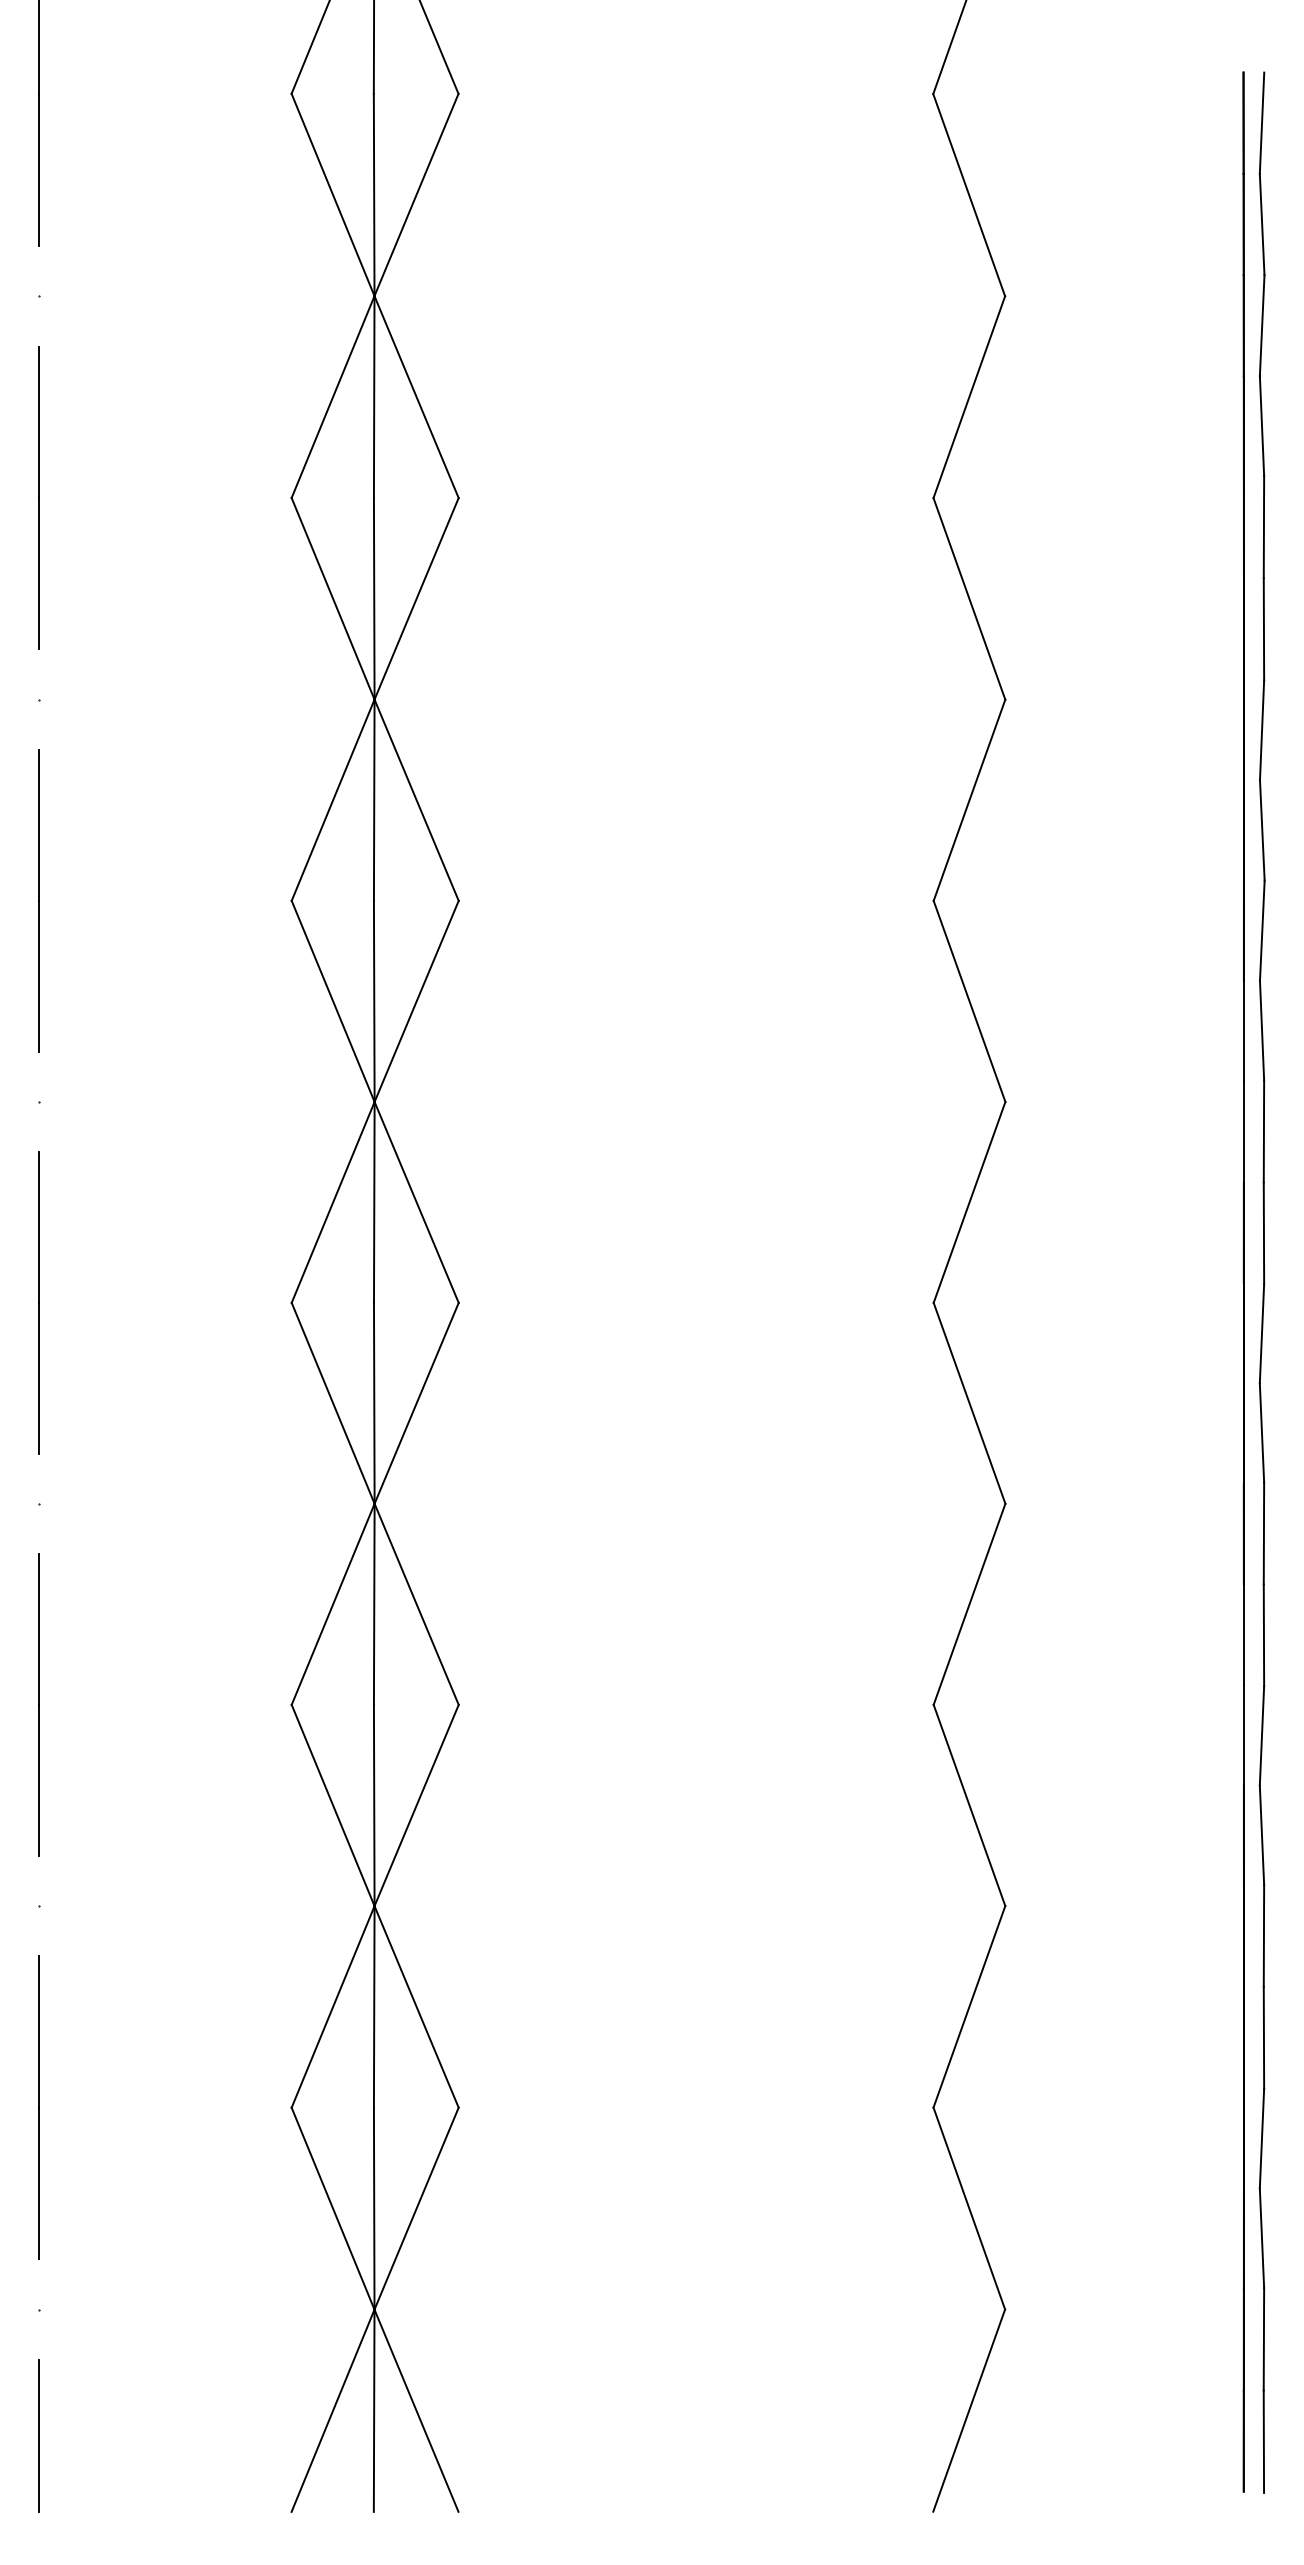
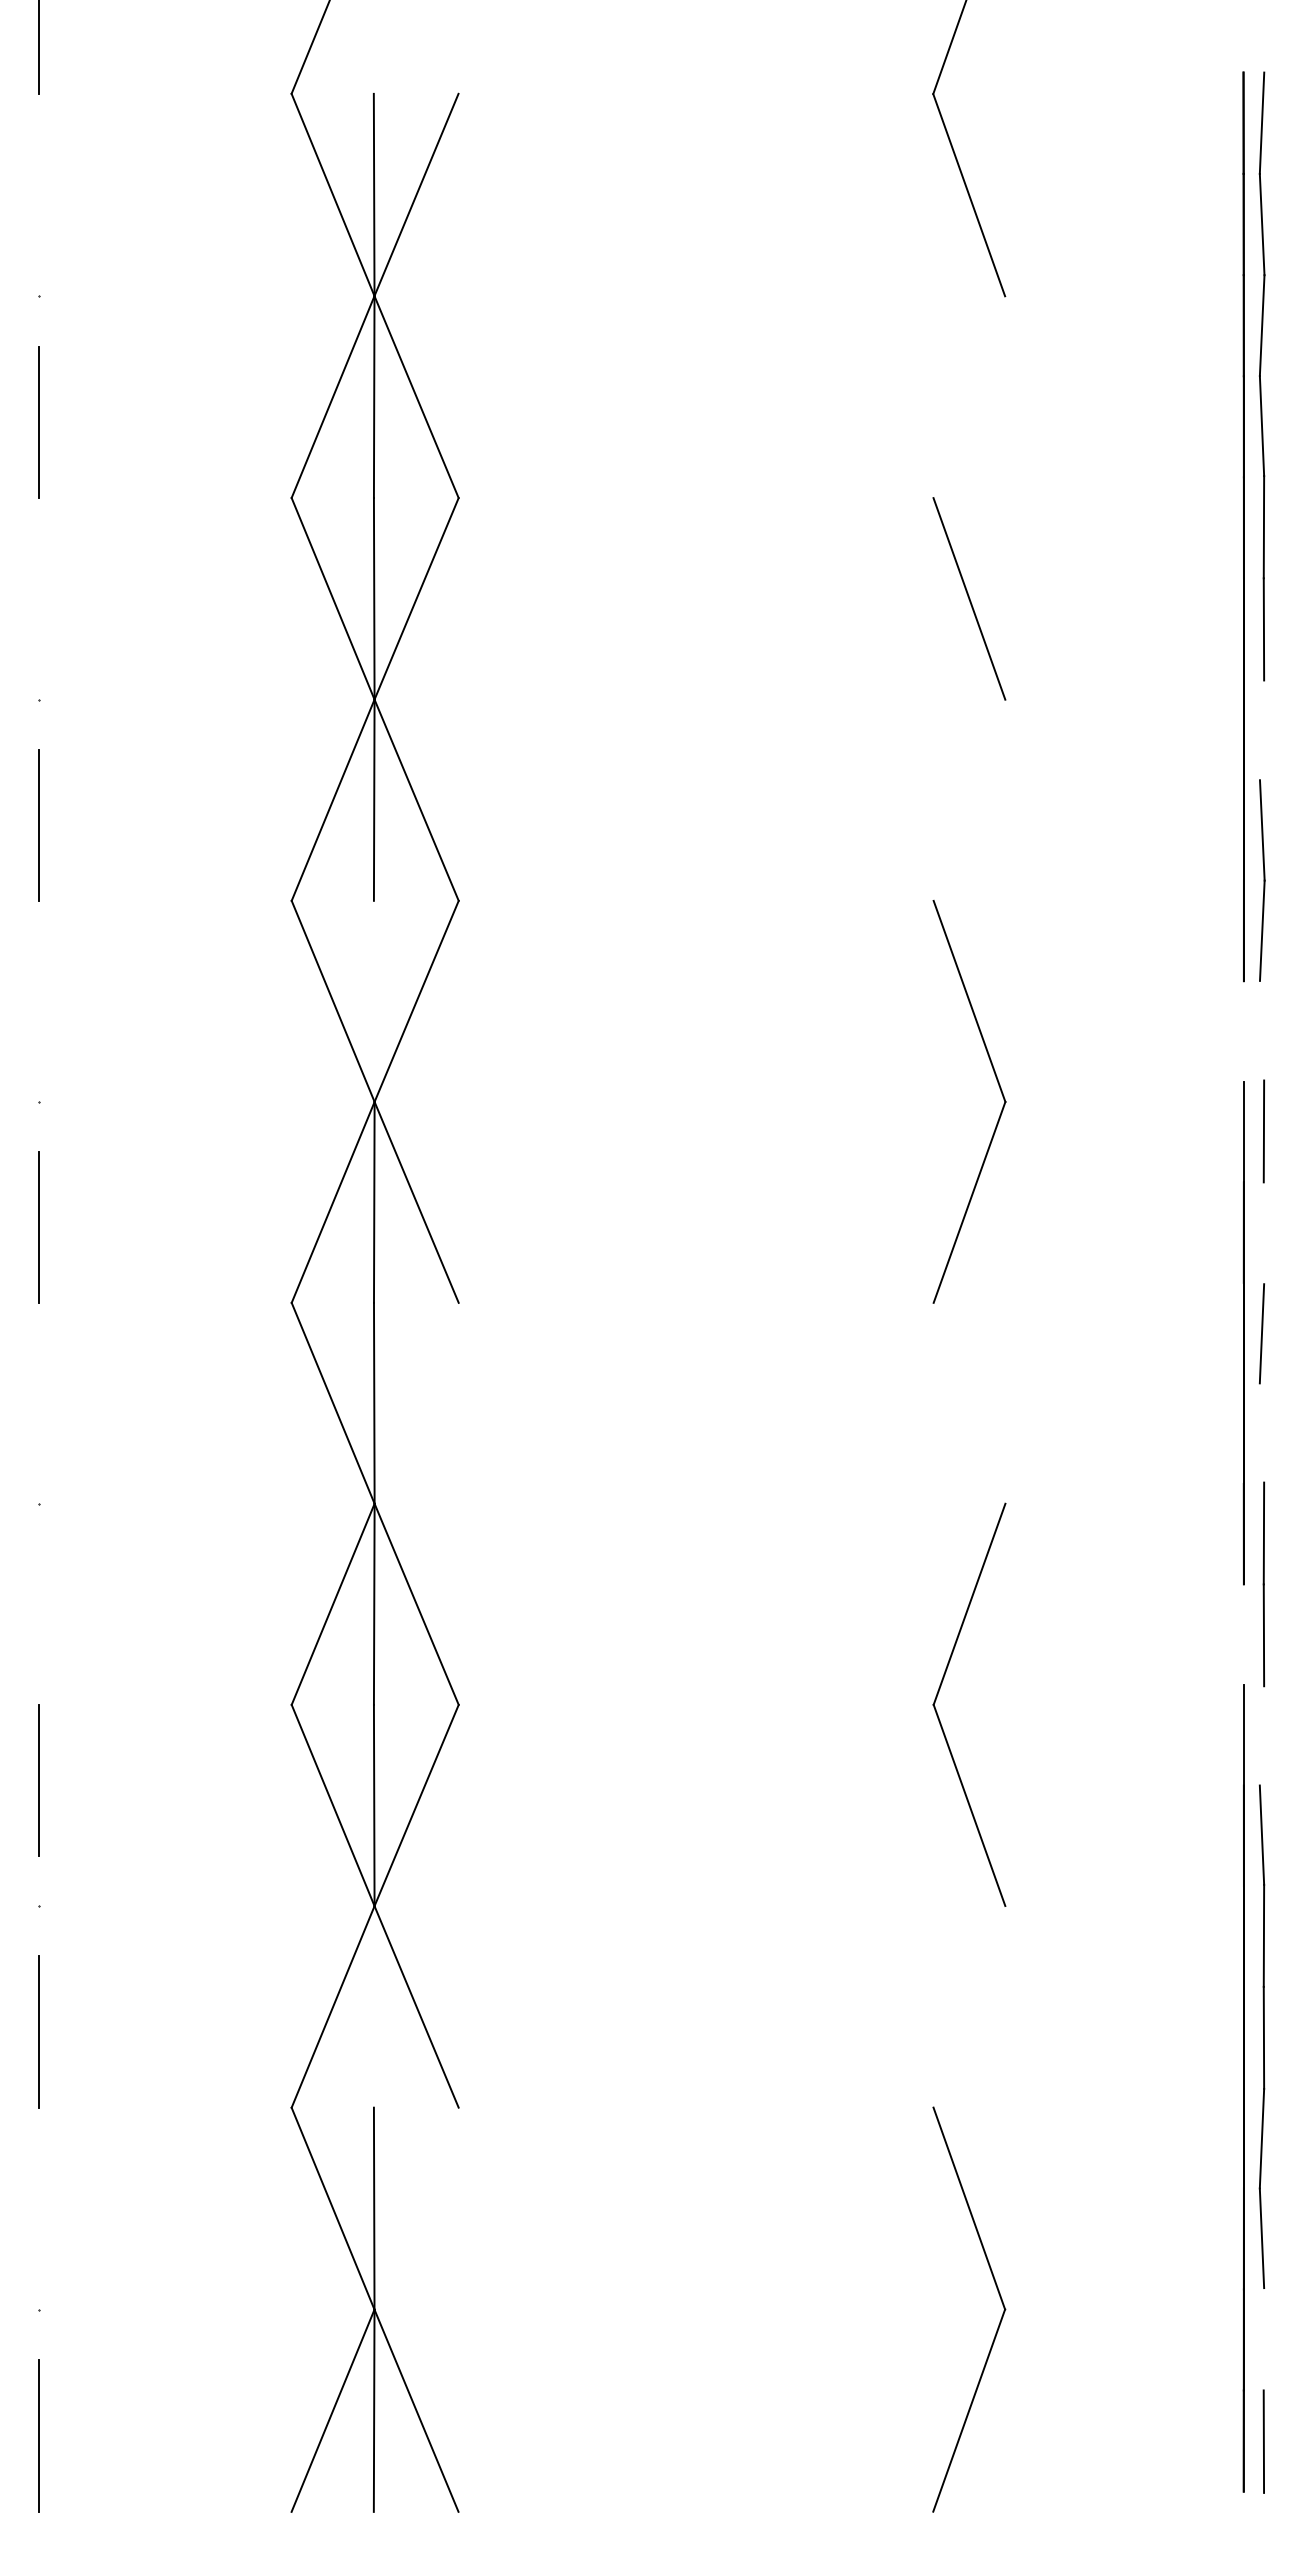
line at (373, 47): present -> none
line at (439, 47): present -> none
line at (39, 169): present -> none
line at (969, 397): present -> none
line at (39, 573): present -> none
line at (1261, 730): present -> none
line at (969, 799): present -> none
line at (39, 975): present -> none
line at (373, 1000): present -> none
line at (1261, 1030): present -> none
line at (1243, 1031): present -> none
line at (1263, 1233): present -> none
line at (39, 1377): present -> none
line at (416, 1402): present -> none
line at (969, 1402): present -> none
line at (1261, 1432): present -> none
line at (39, 1629): present -> none
line at (1243, 1634): present -> none
line at (1261, 1735): present -> none
line at (373, 2006): present -> none
line at (969, 2006): present -> none
line at (39, 2183): present -> none
line at (416, 2208): present -> none
line at (1263, 2339): present -> none
